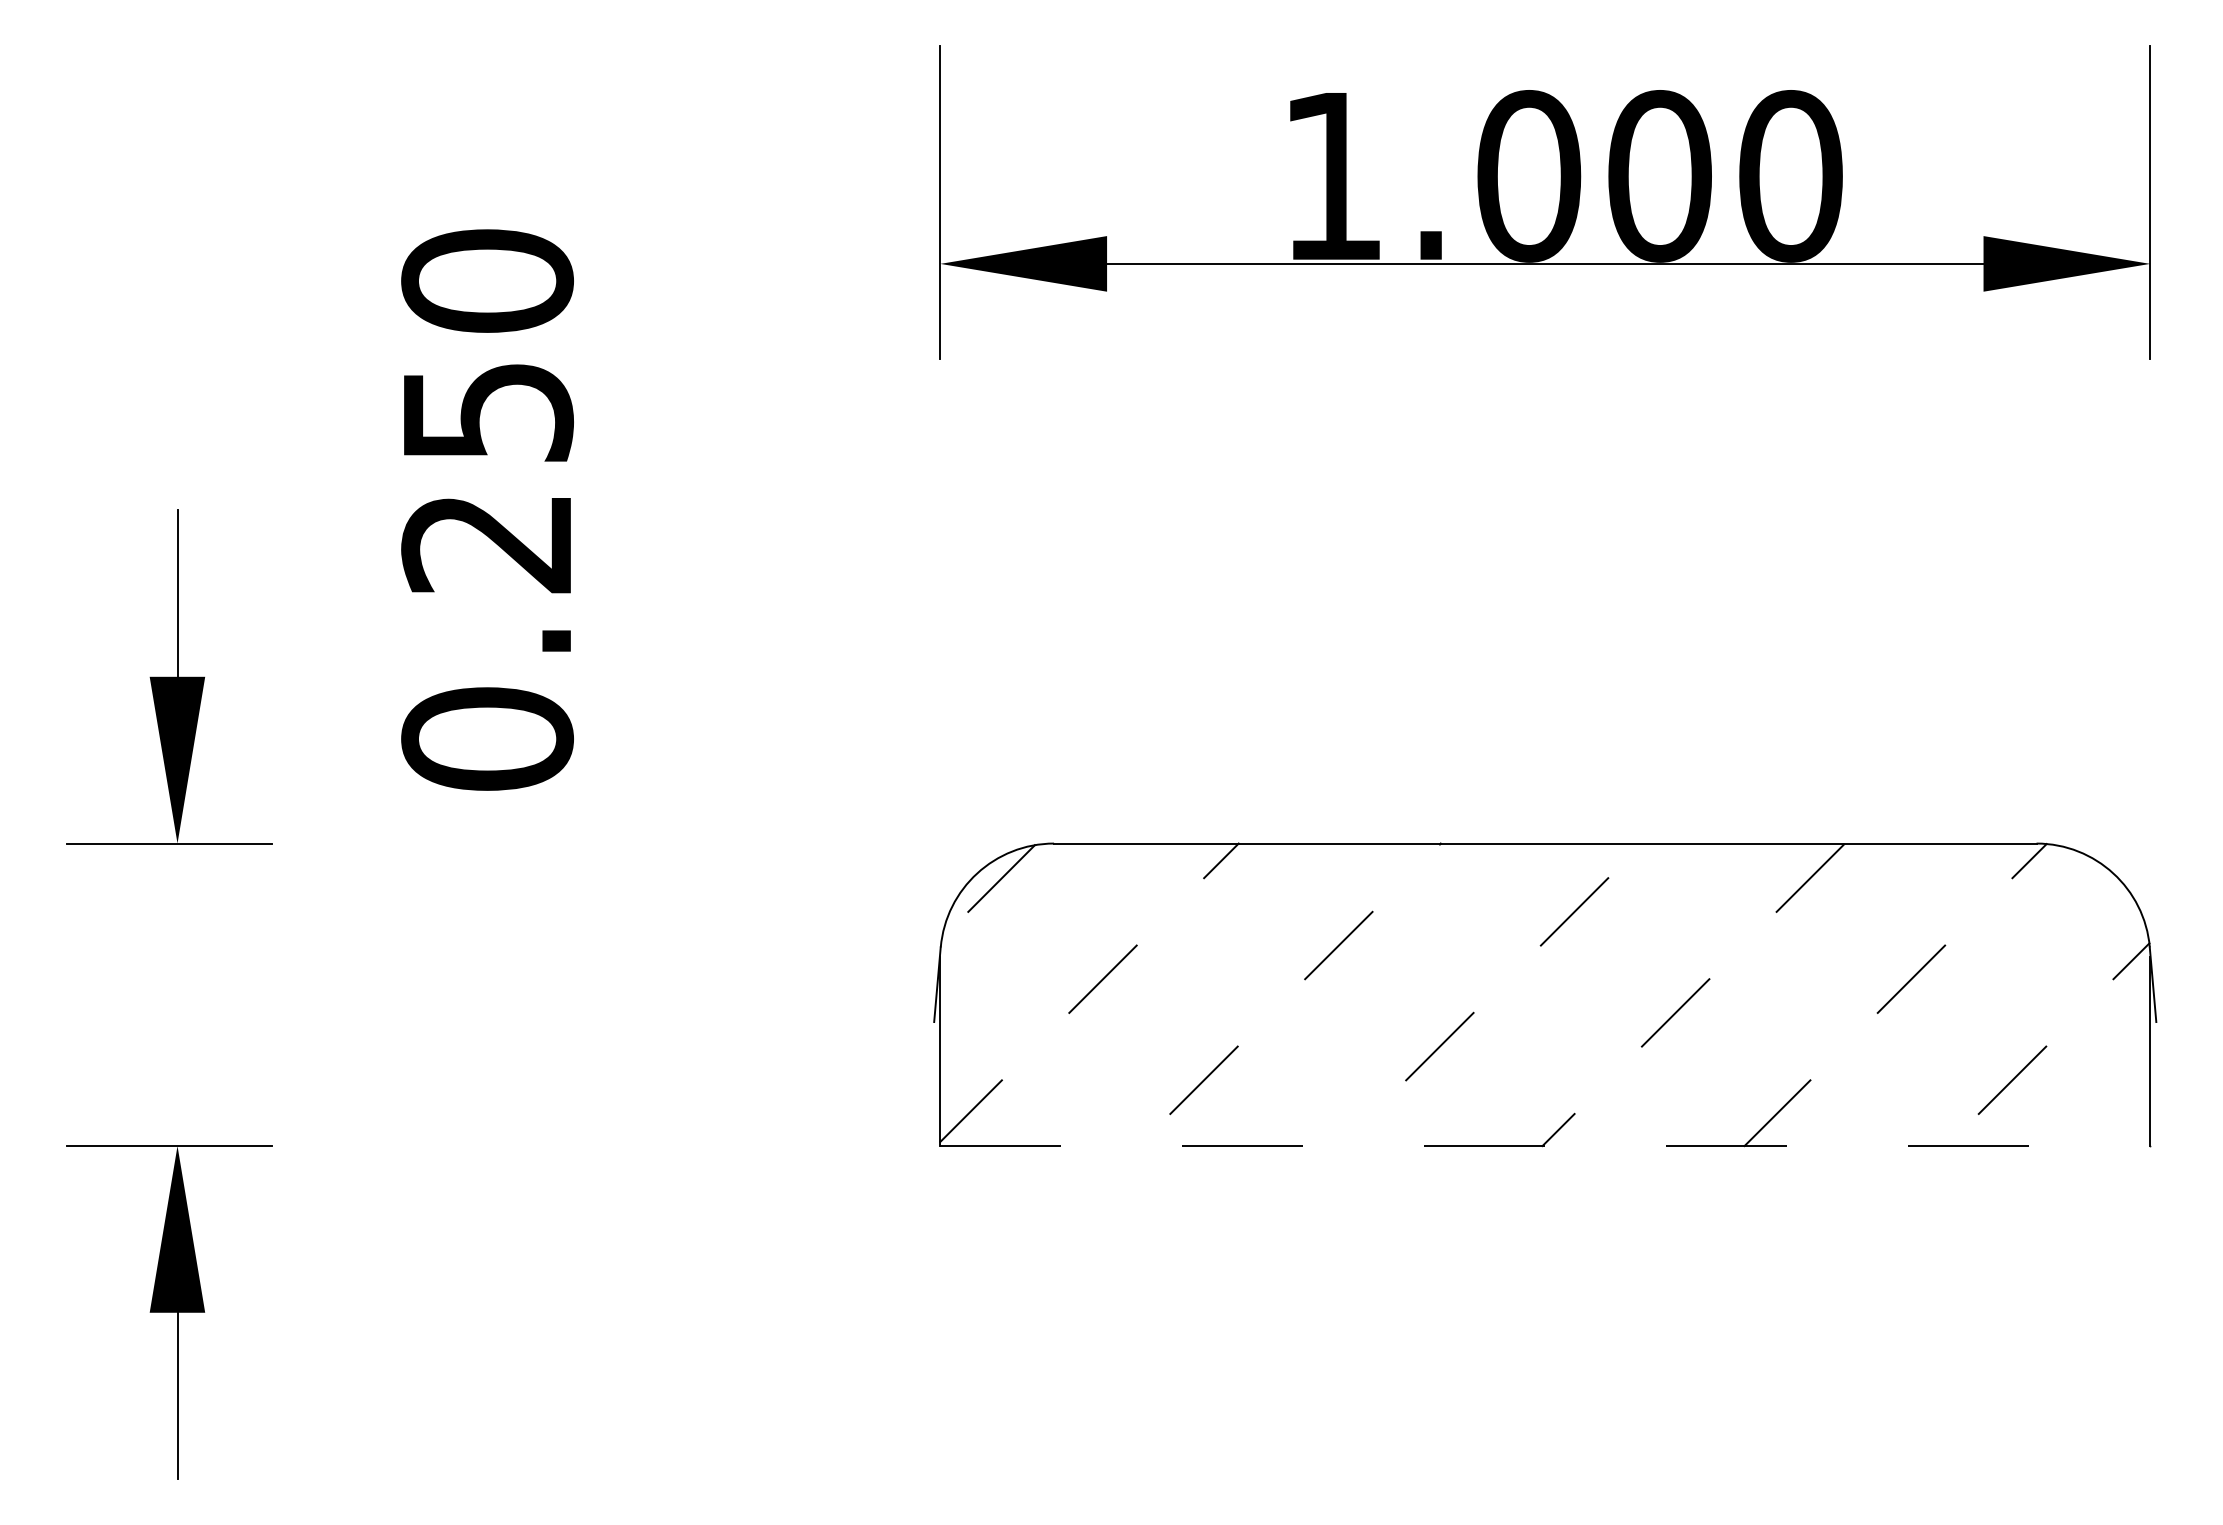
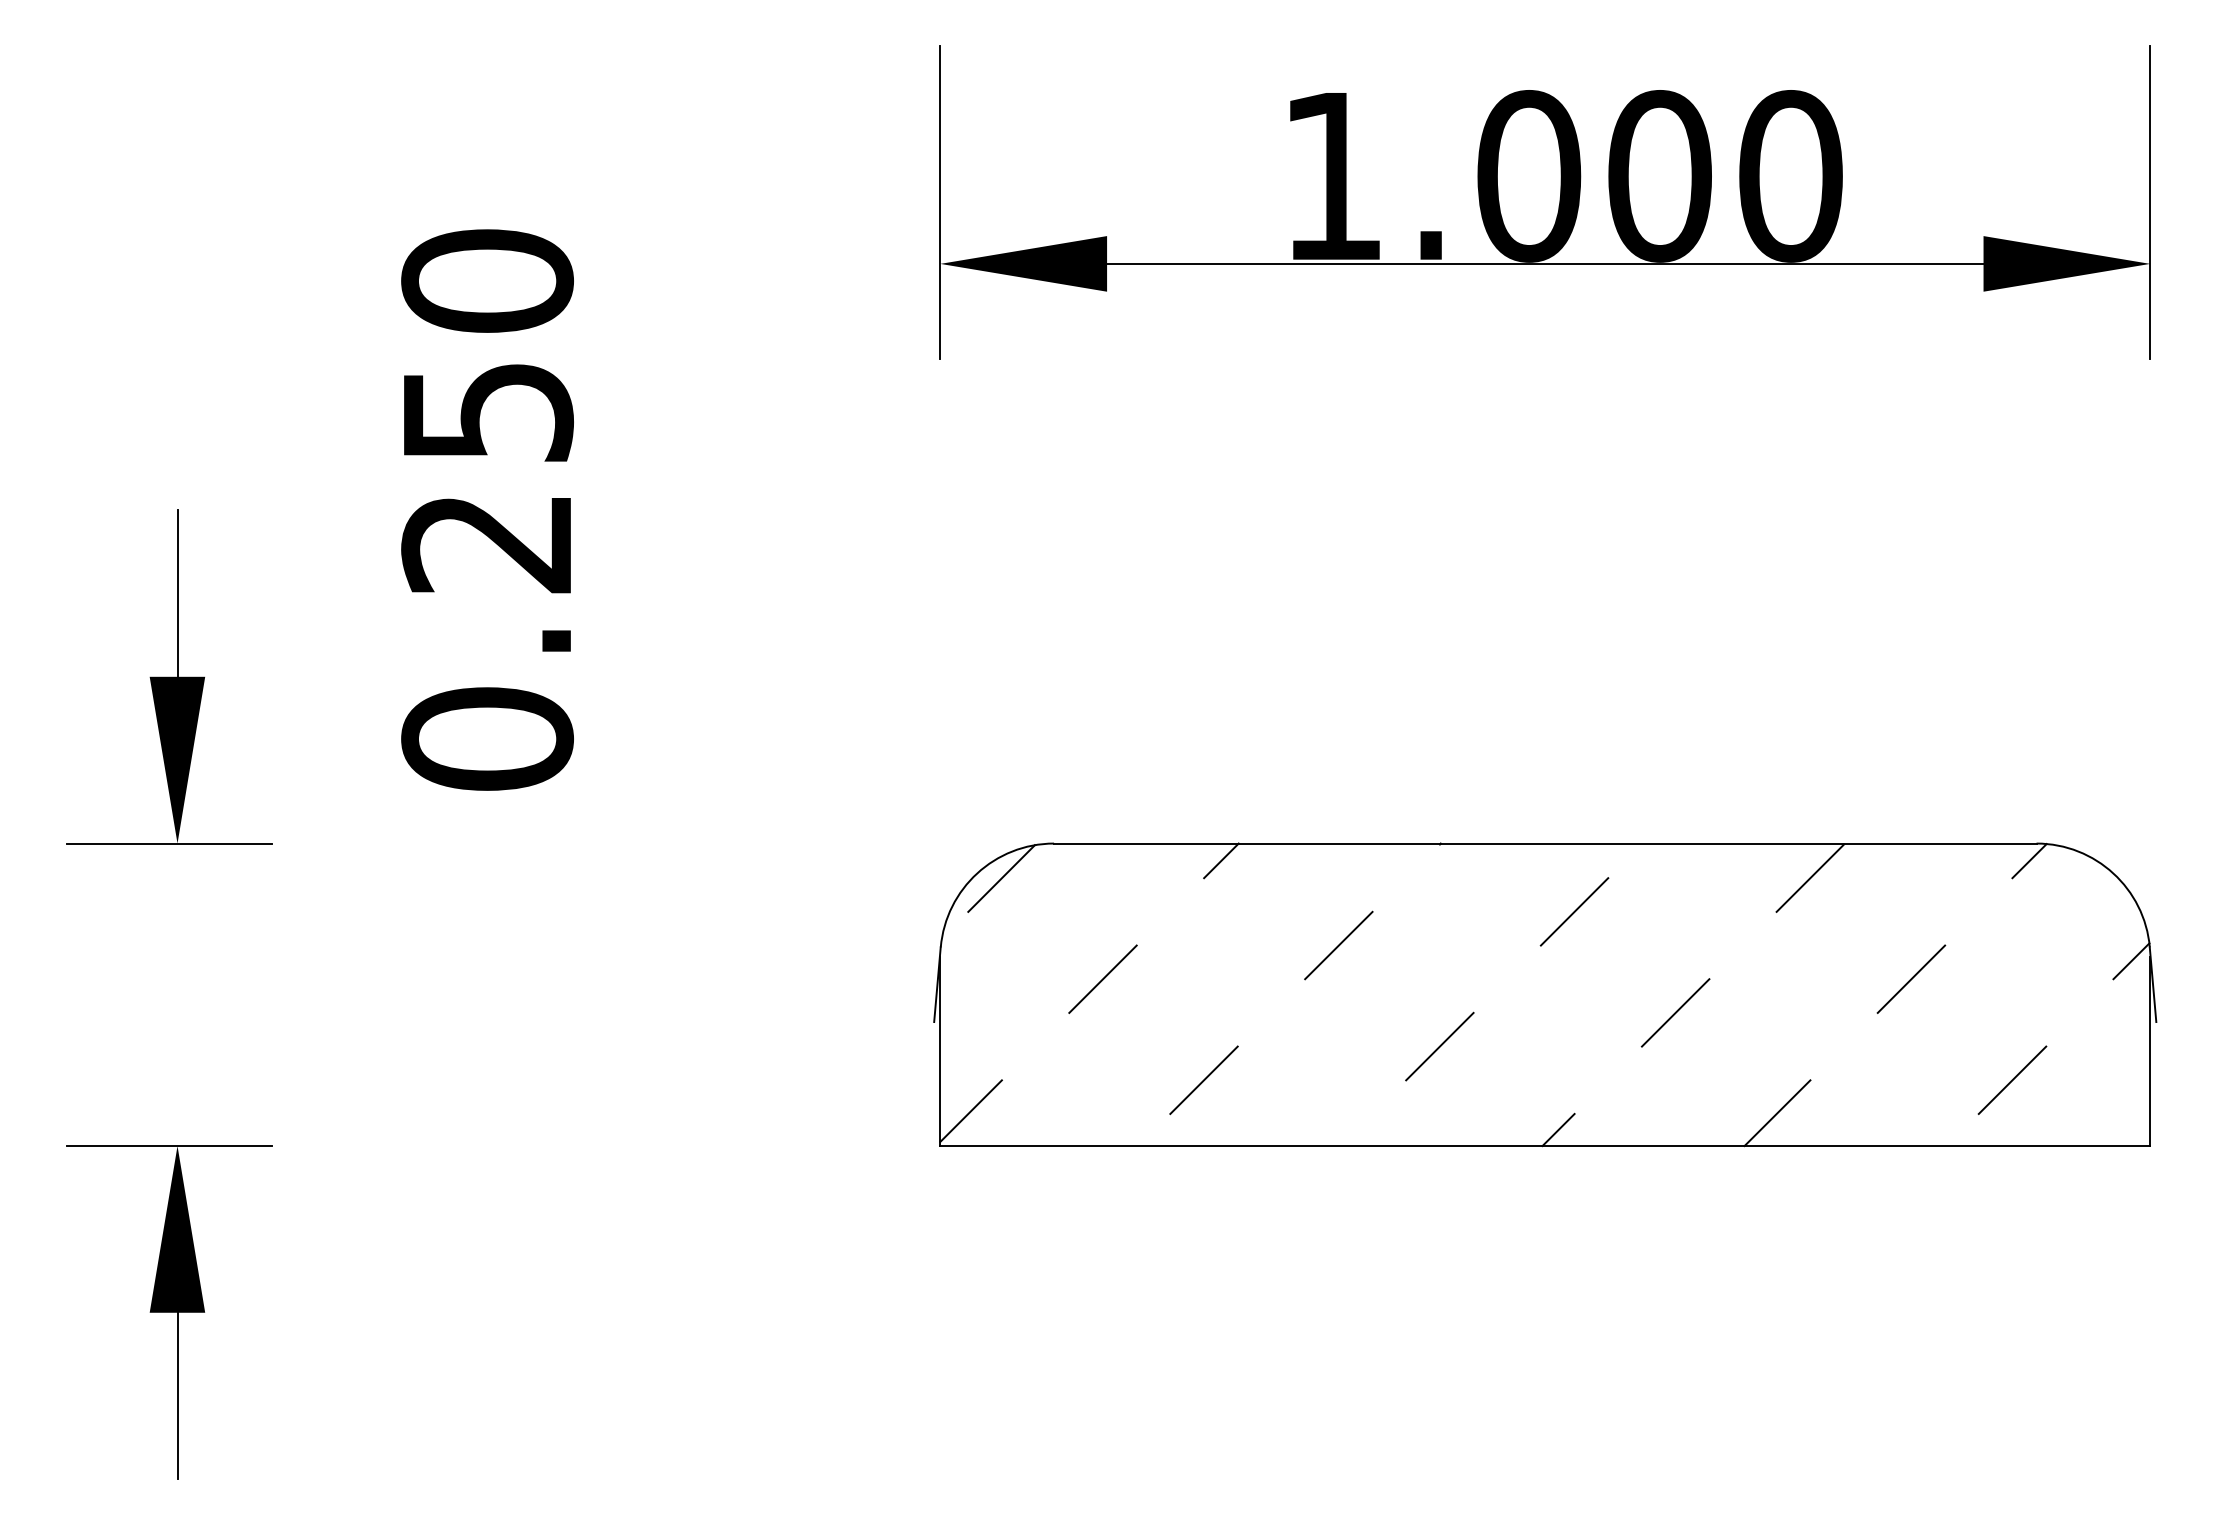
line at (1545, 1146): dashed -> solid
